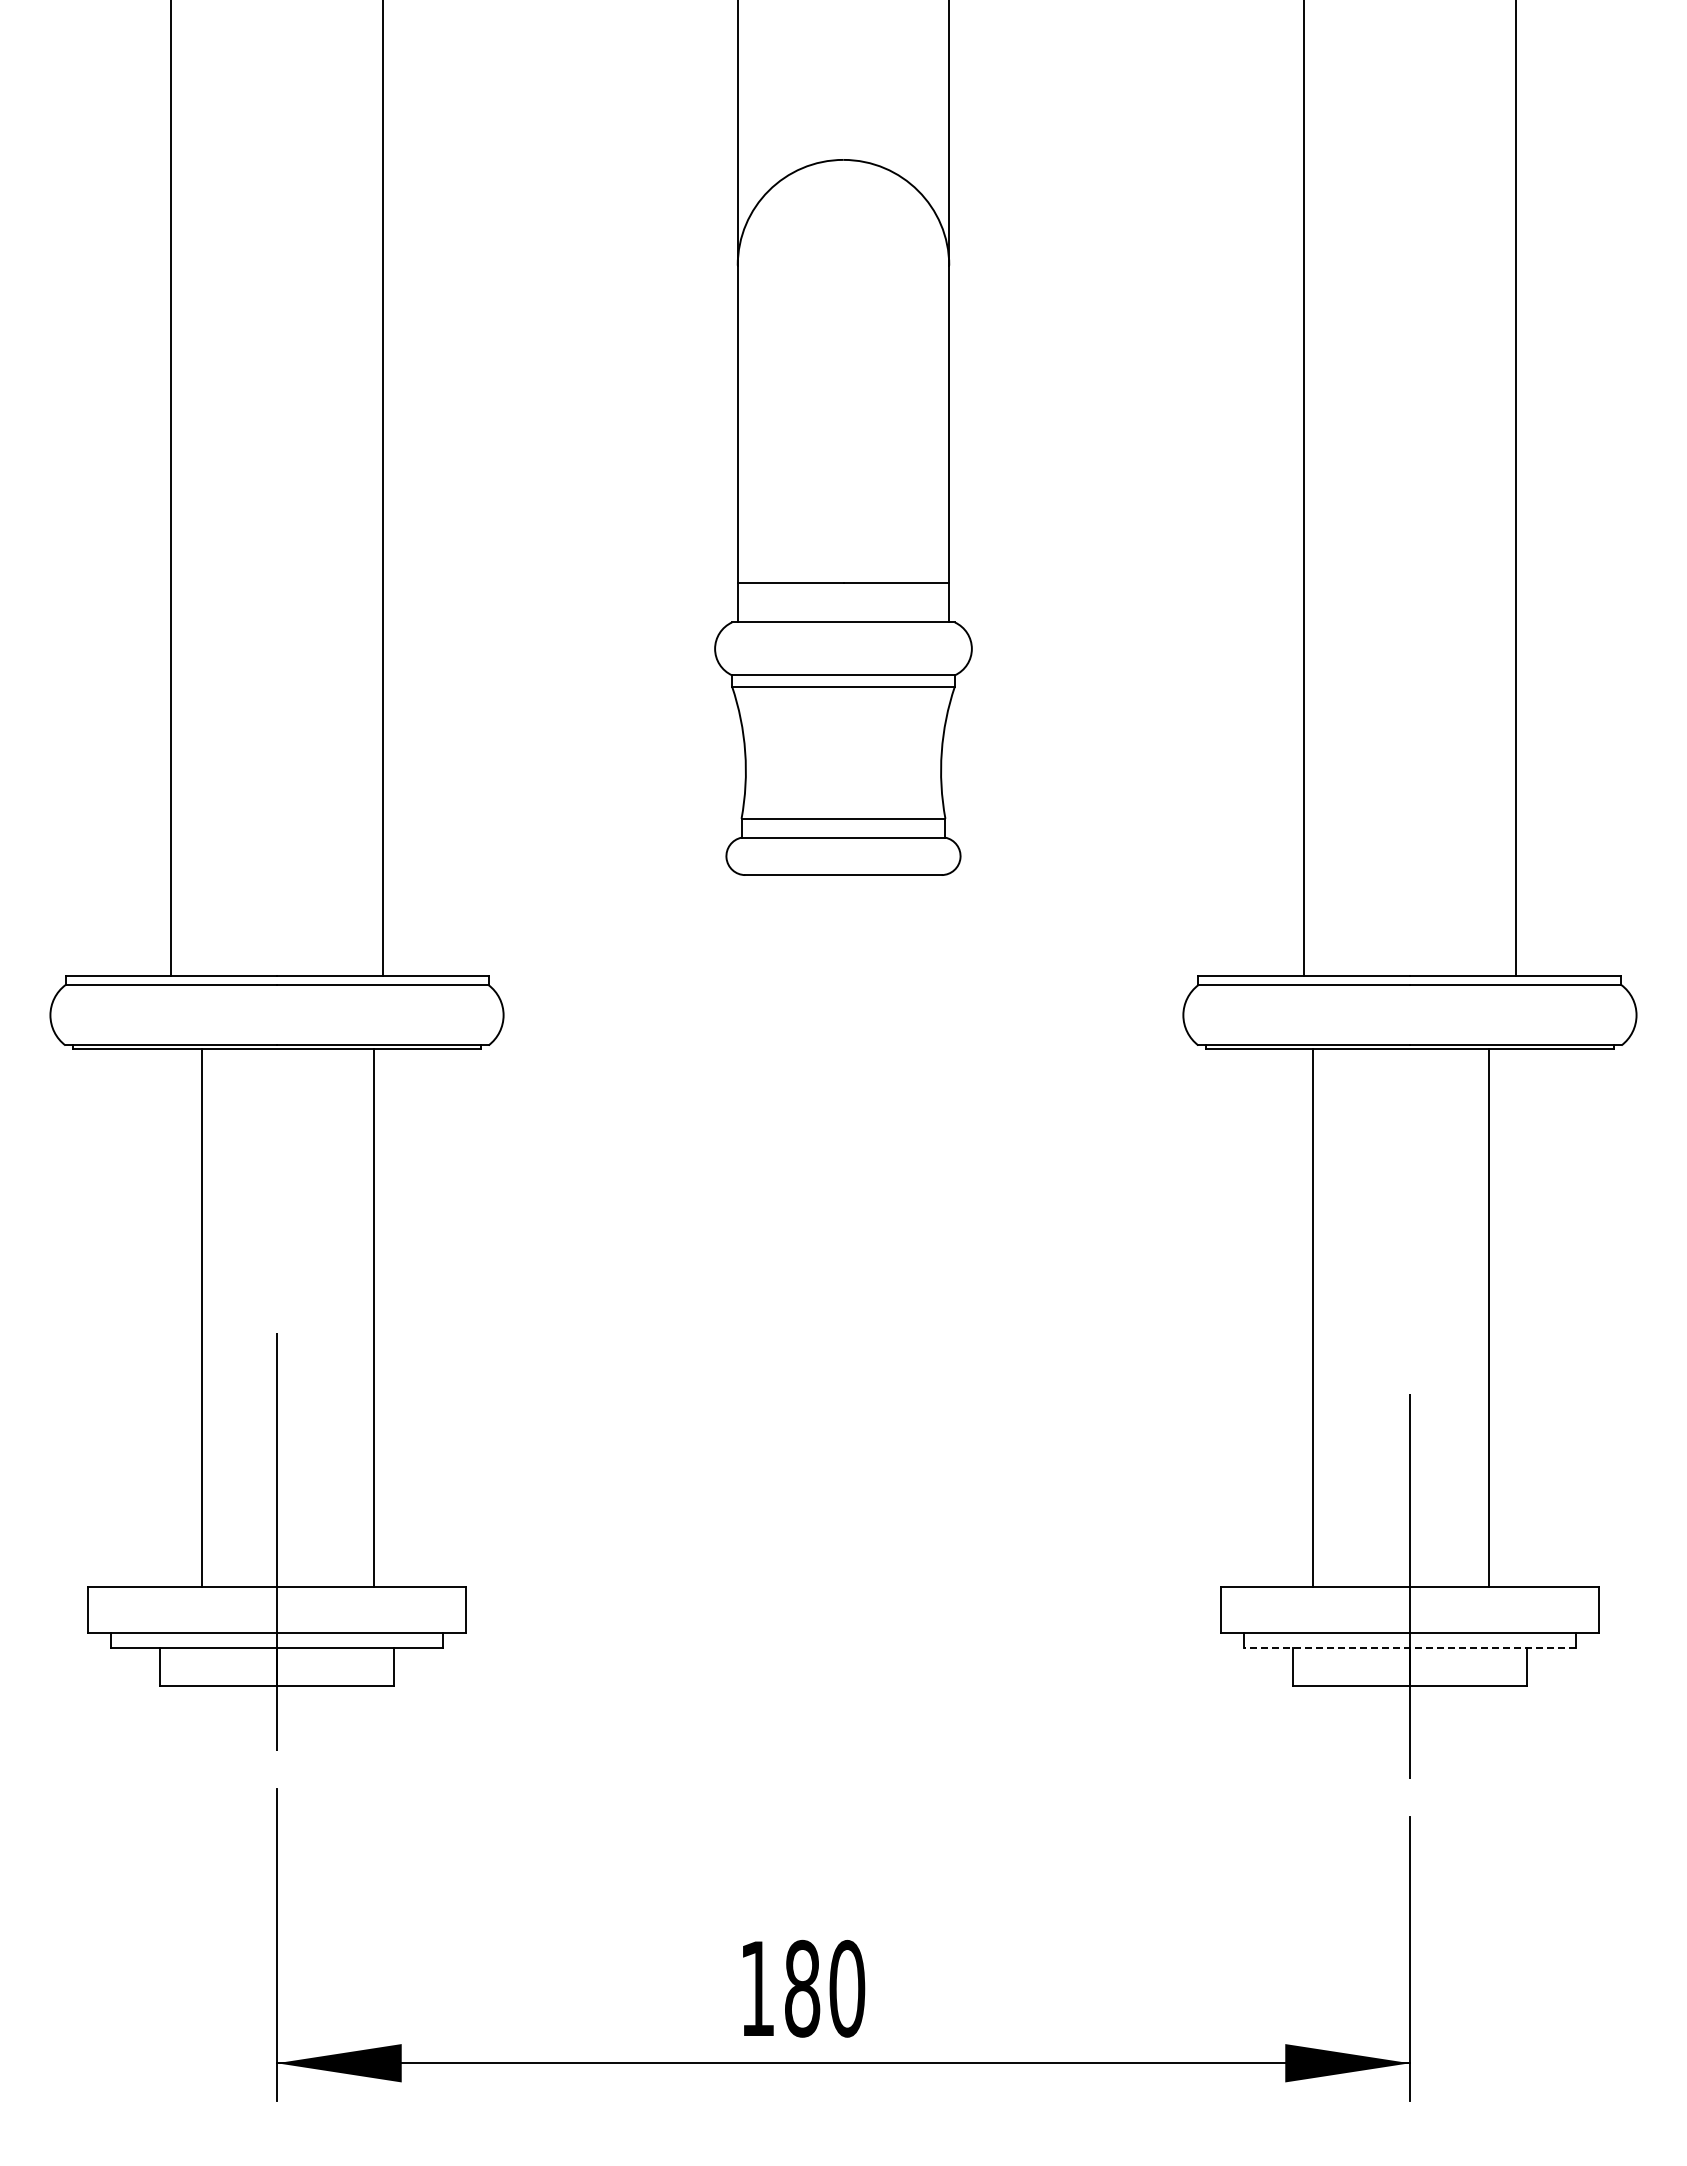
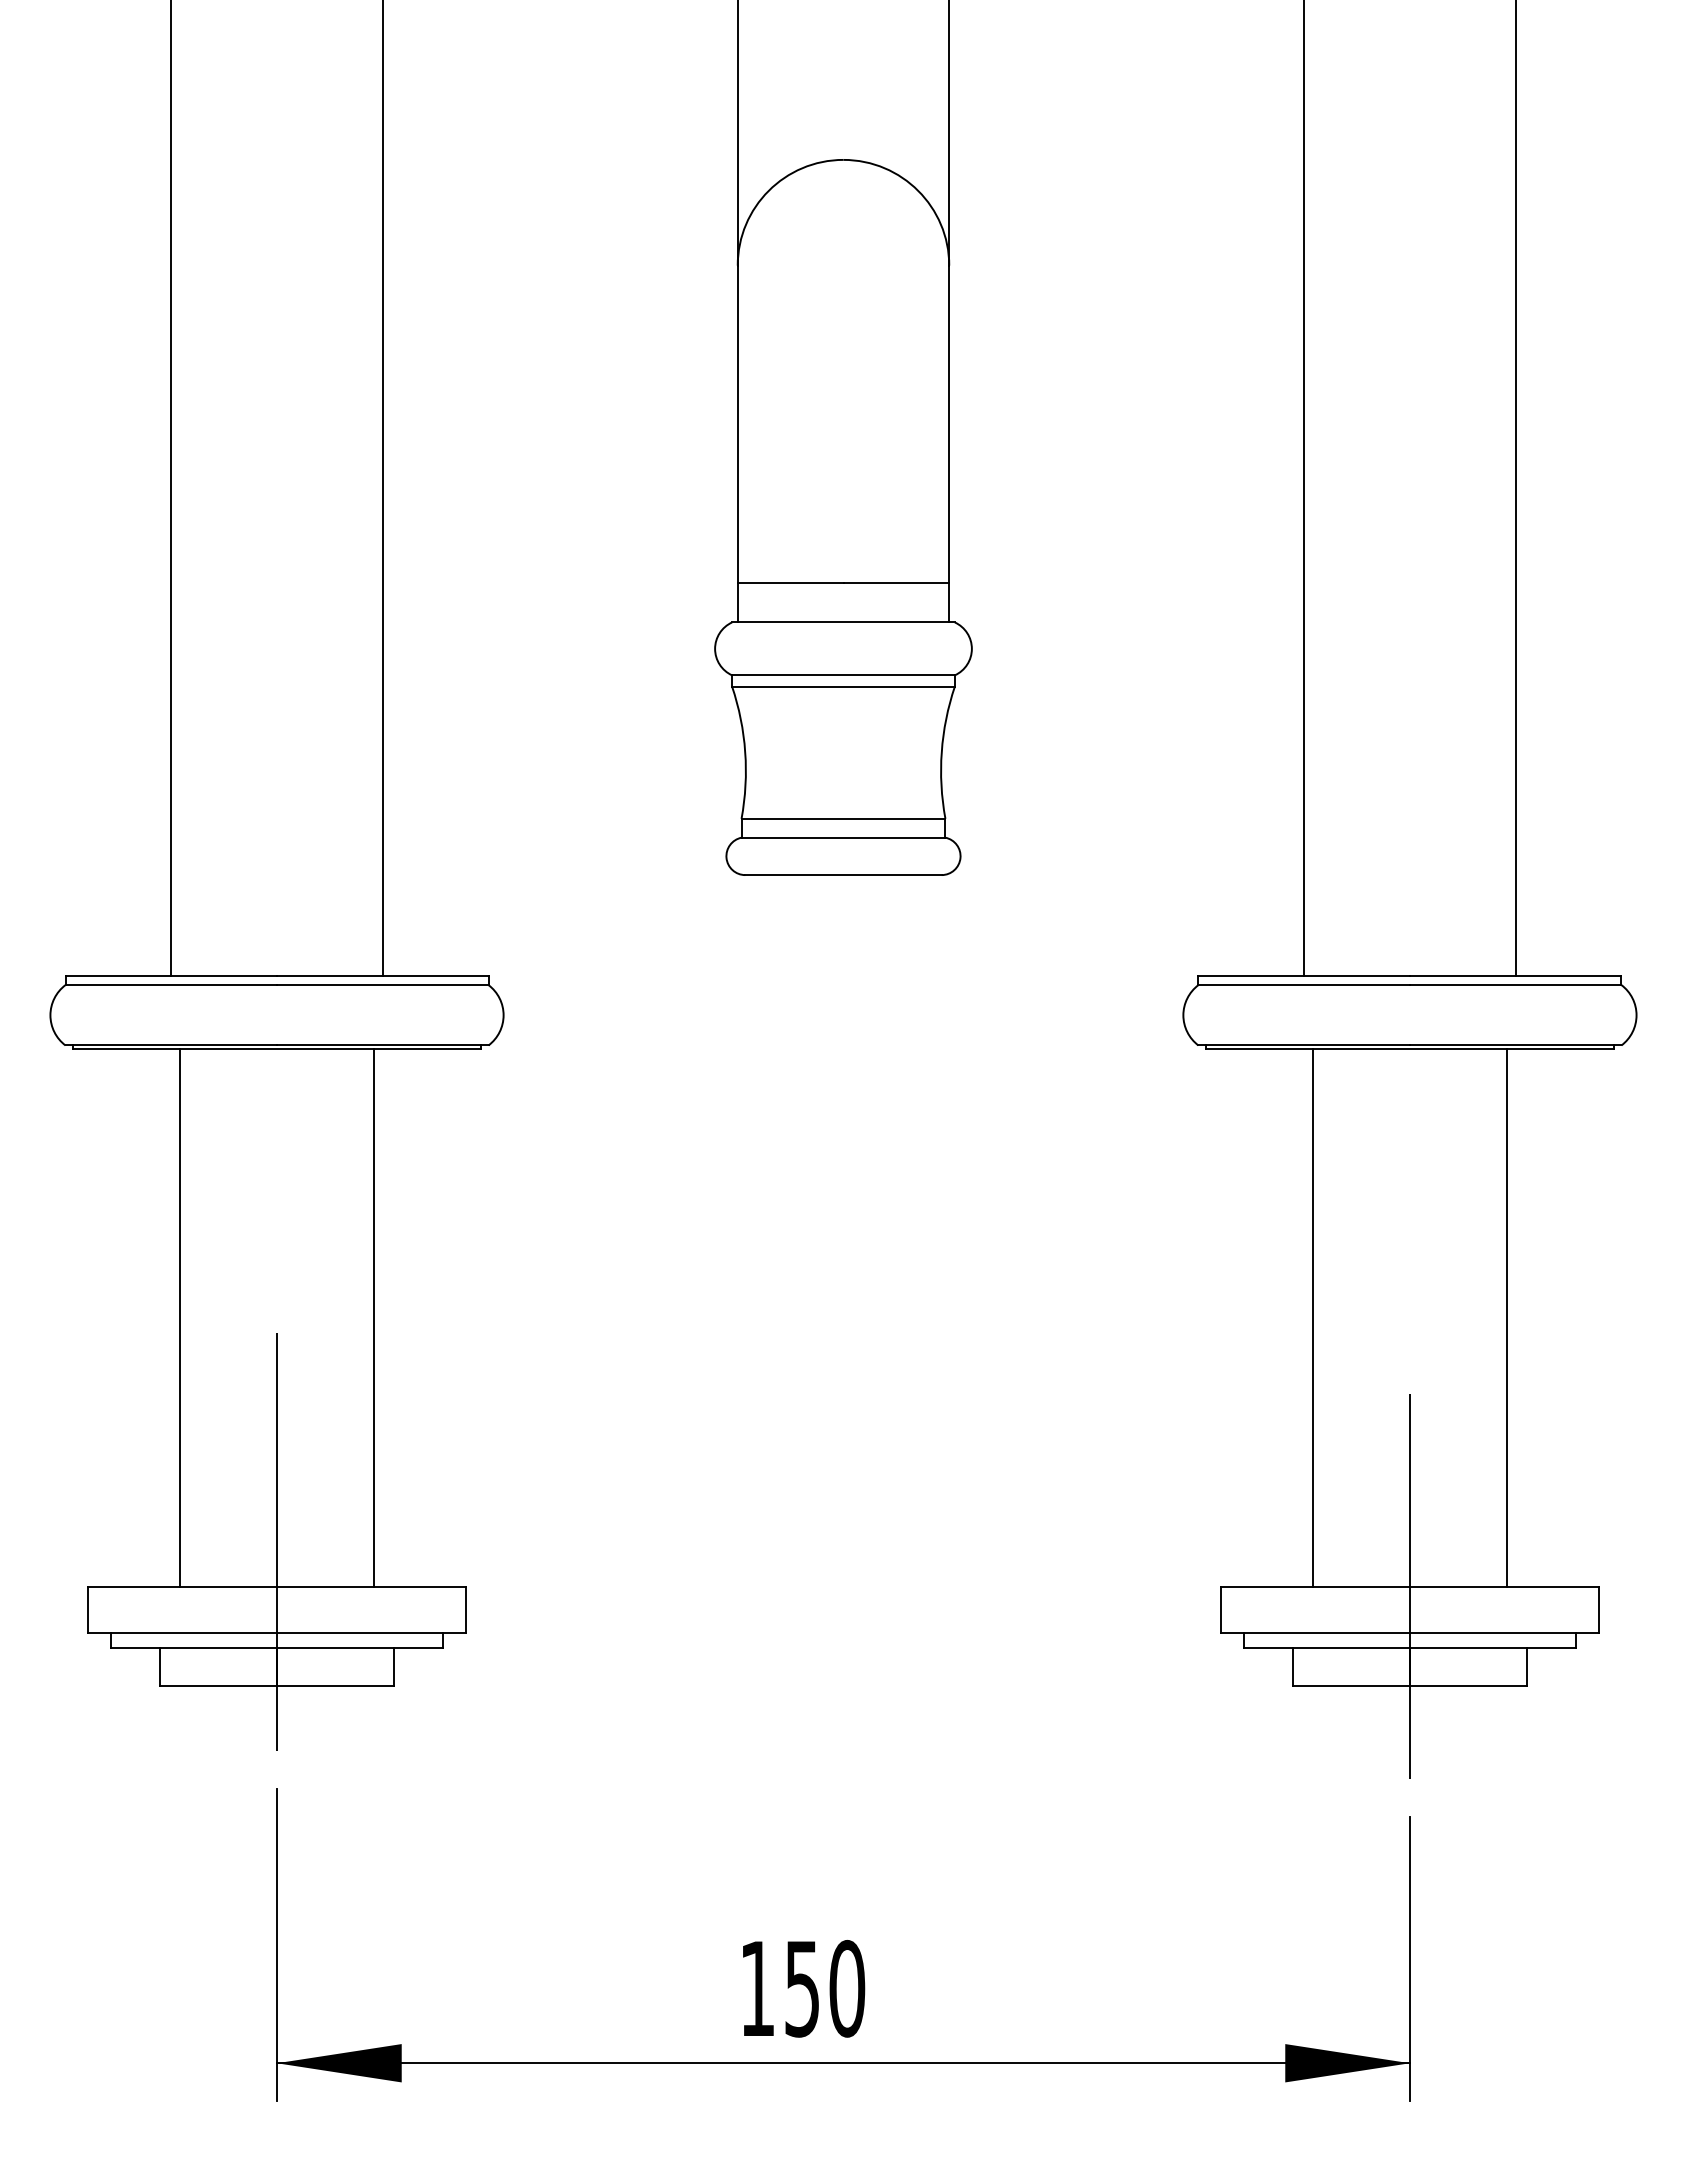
line at (201, 1318) position: (201, 1318) -> (179, 1318)
line at (1489, 1318) position: (1489, 1318) -> (1507, 1318)
line at (1409, 1647): dashed -> solid
text at (802, 1988): 180 -> 150
